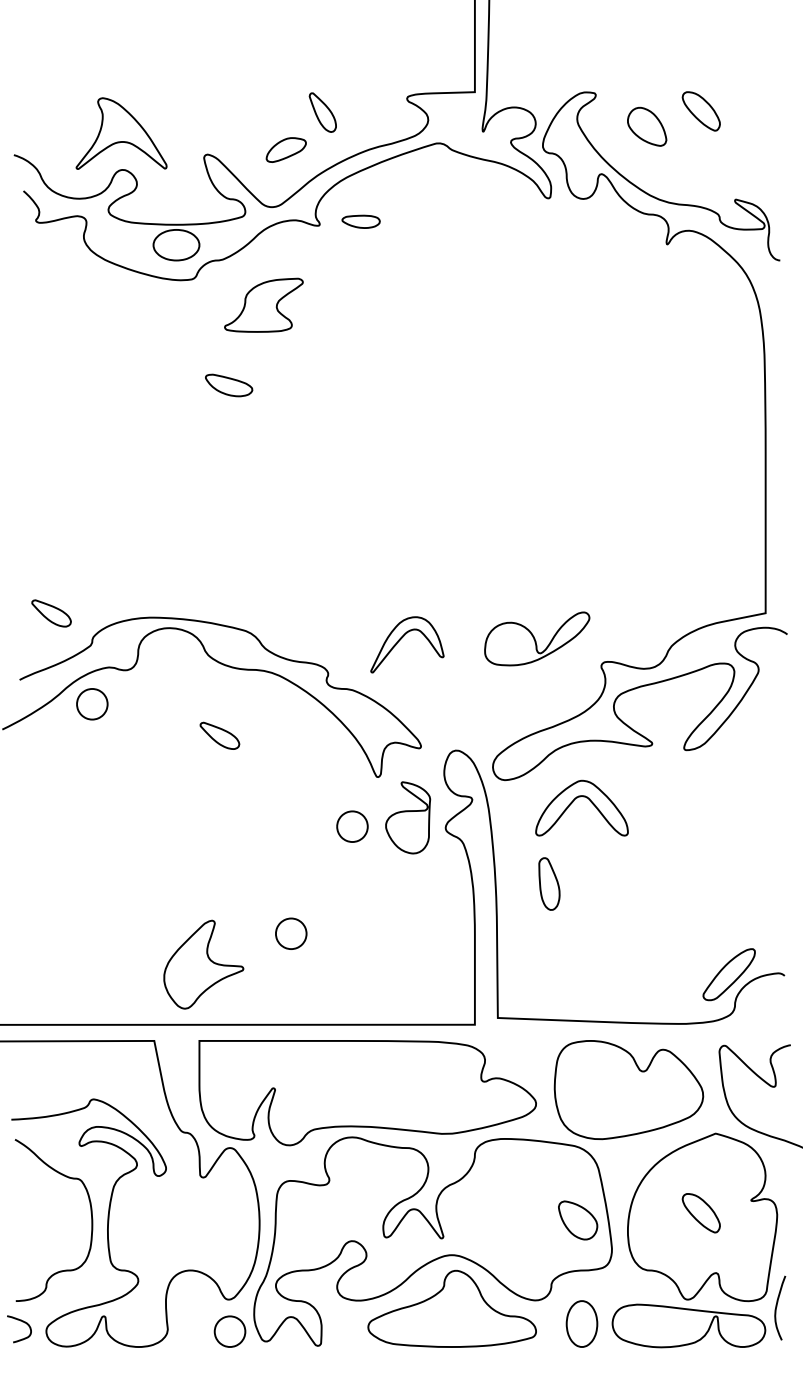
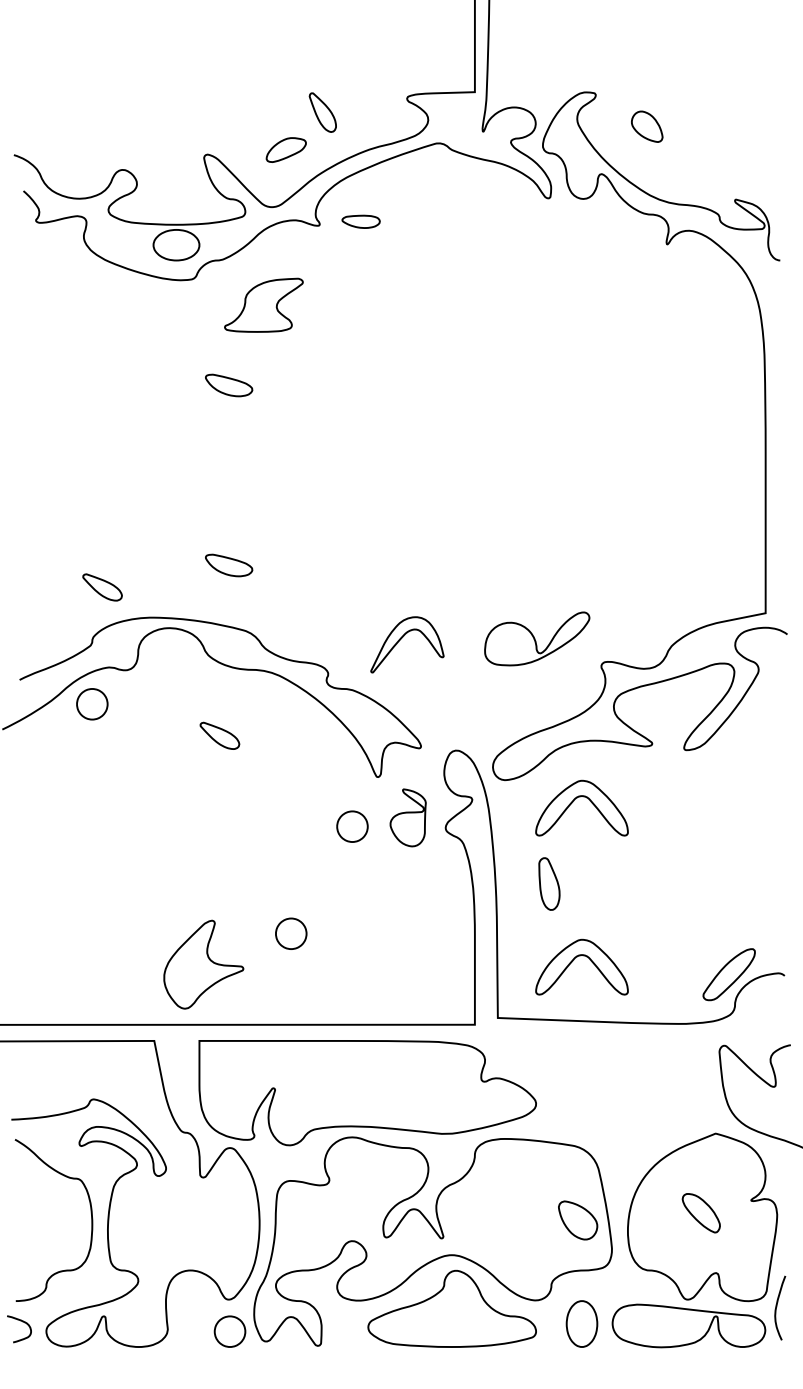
part at (700, 111): present -> none
part at (647, 126) size: 41x41 px -> 33x33 px
part at (121, 133): present -> none
part at (229, 565): none -> present
part at (51, 613) position: (51, 613) -> (102, 587)
part at (408, 817) size: 47x74 px -> 38x60 px
part at (573, 961): none -> present
part at (628, 1090): present -> none
